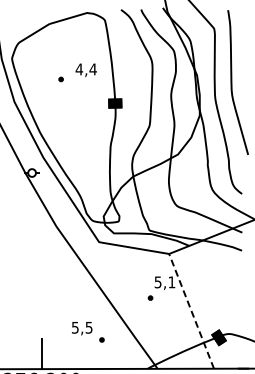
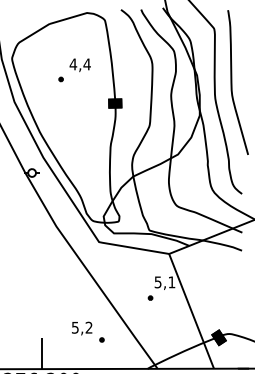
text at (85, 70) position: (85, 70) -> (79, 65)
line at (191, 311): dashed -> solid
text at (88, 327): 5,5 -> 5,2
